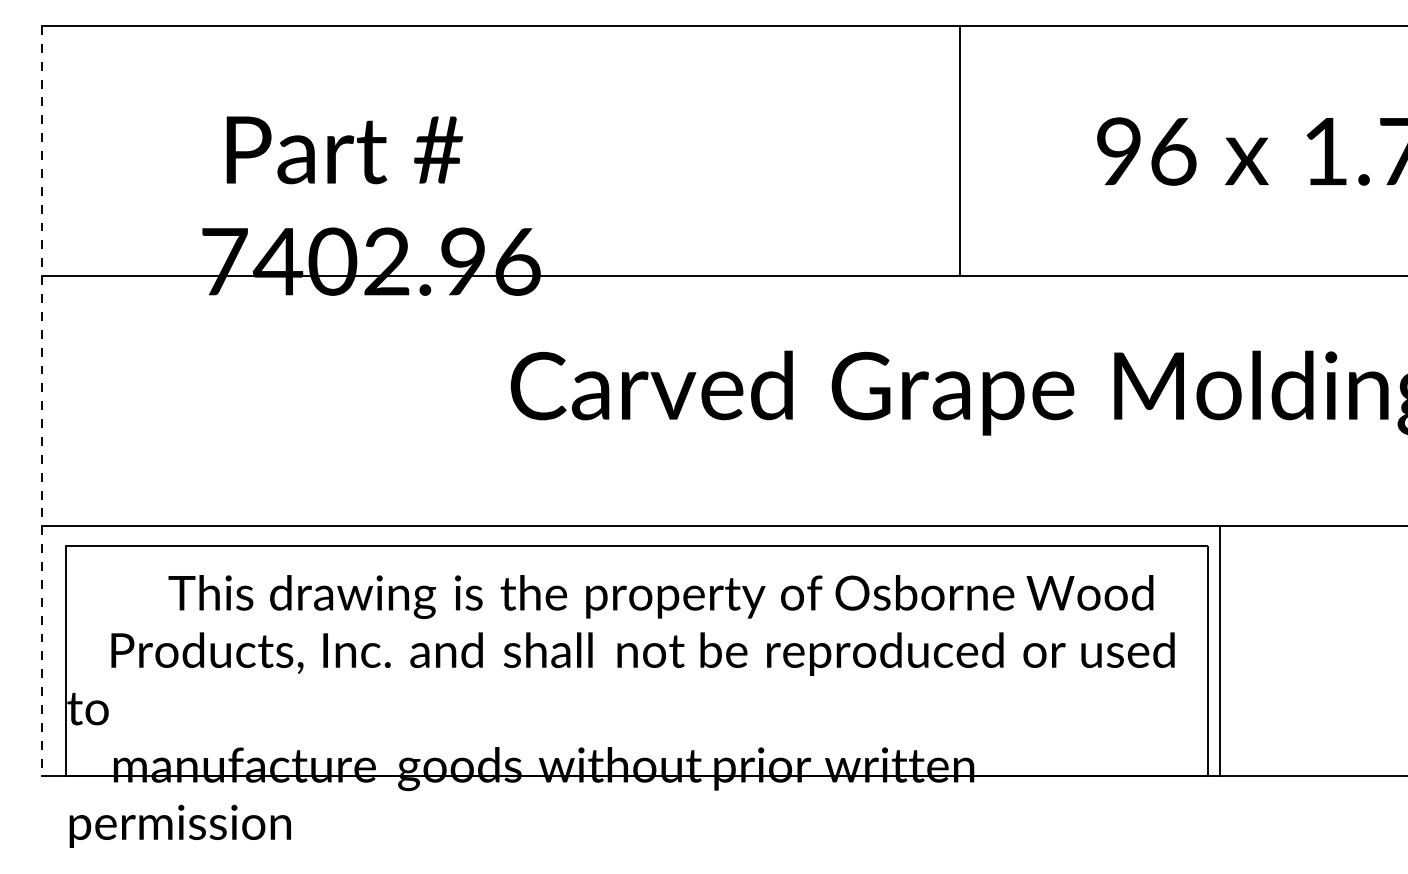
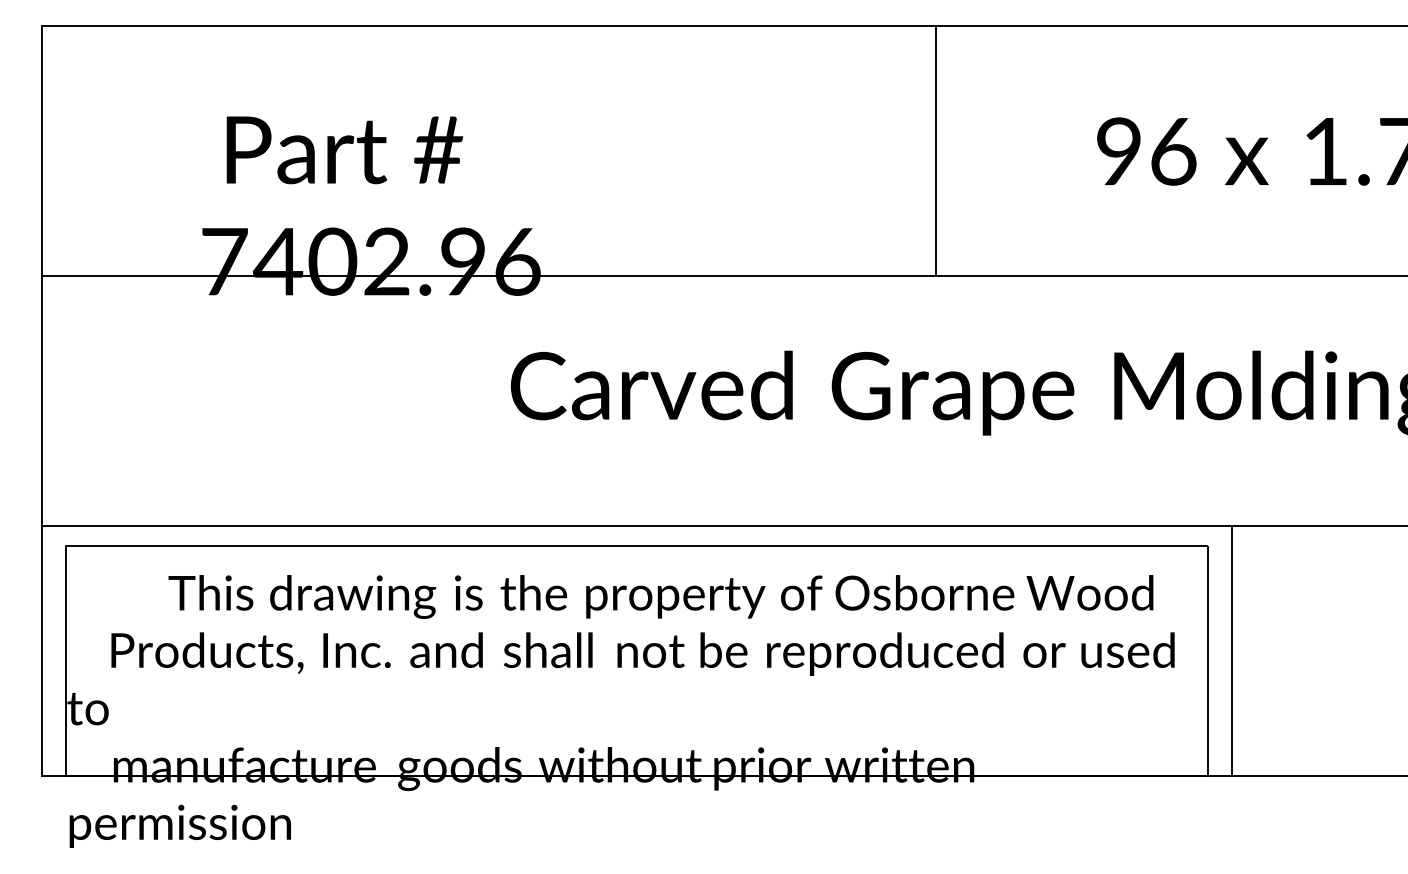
line at (959, 151) position: (959, 151) -> (935, 151)
line at (42, 401): dashed -> solid
line at (1220, 651) position: (1220, 651) -> (1232, 651)
